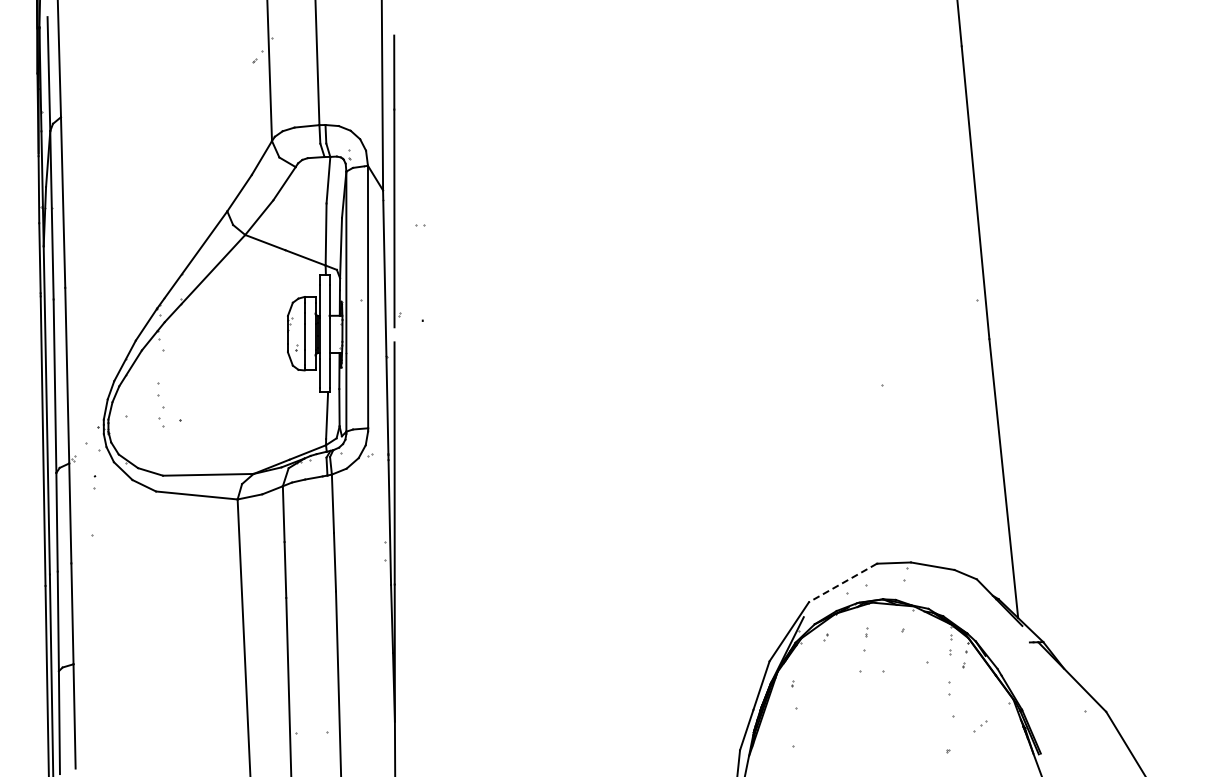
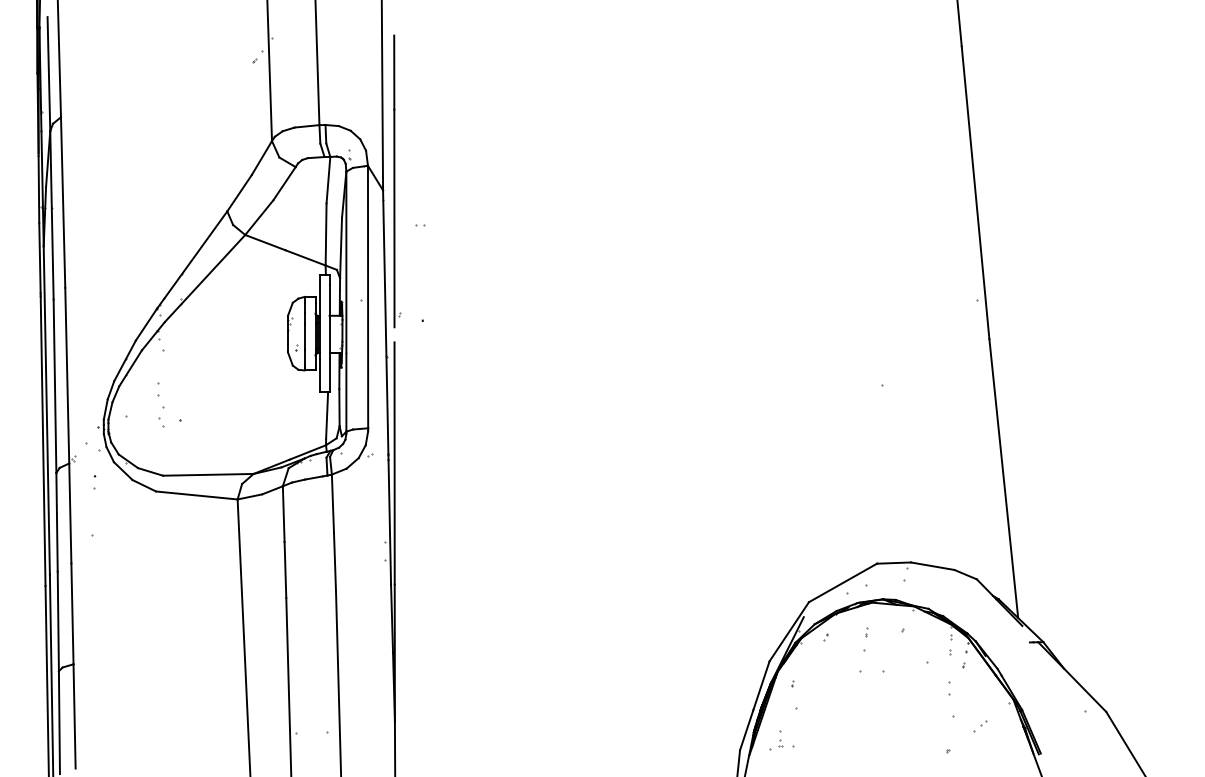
line at (842, 583): dashed -> solid
part at (776, 740): none -> present
